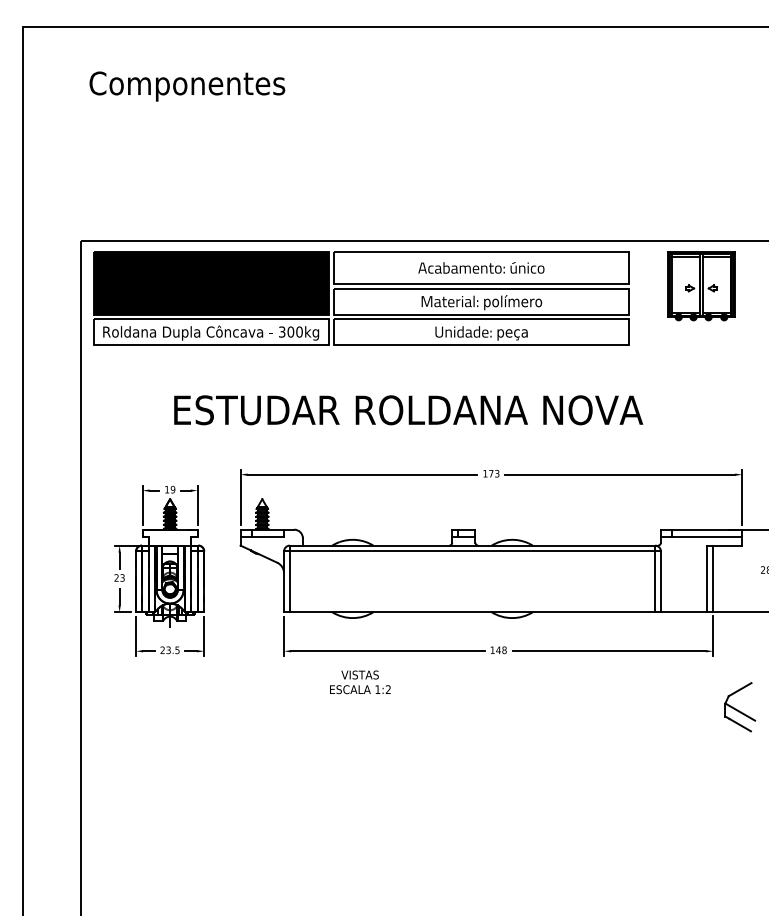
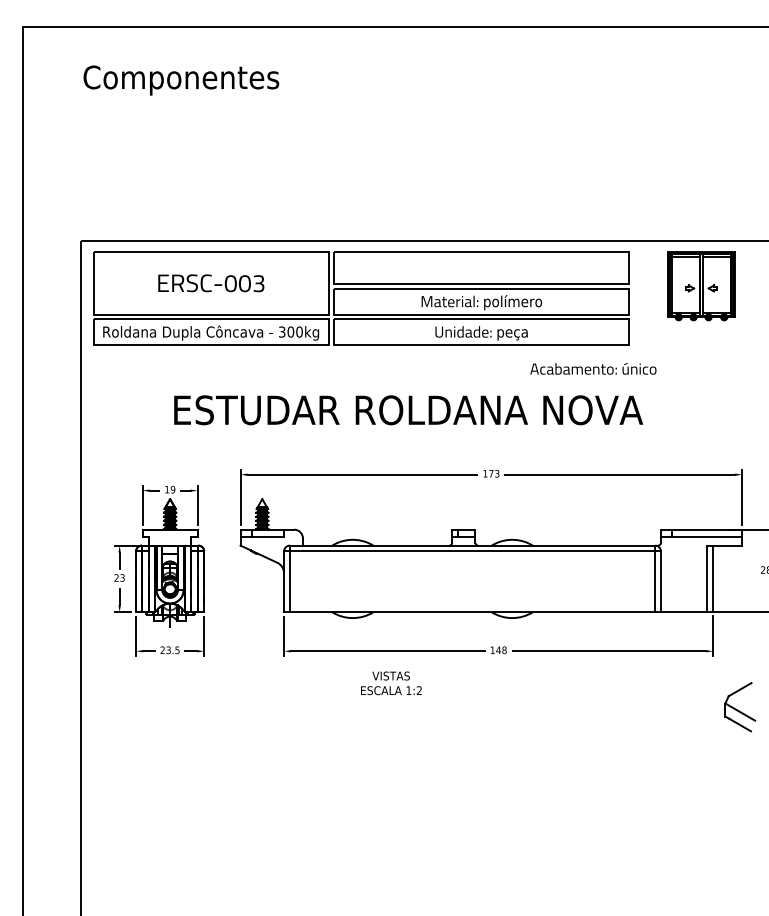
text at (187, 86) position: (187, 86) -> (181, 80)
text at (481, 267) position: (481, 267) -> (593, 368)
fill at (210, 283): present -> none
text at (360, 682) position: (360, 682) -> (391, 683)
